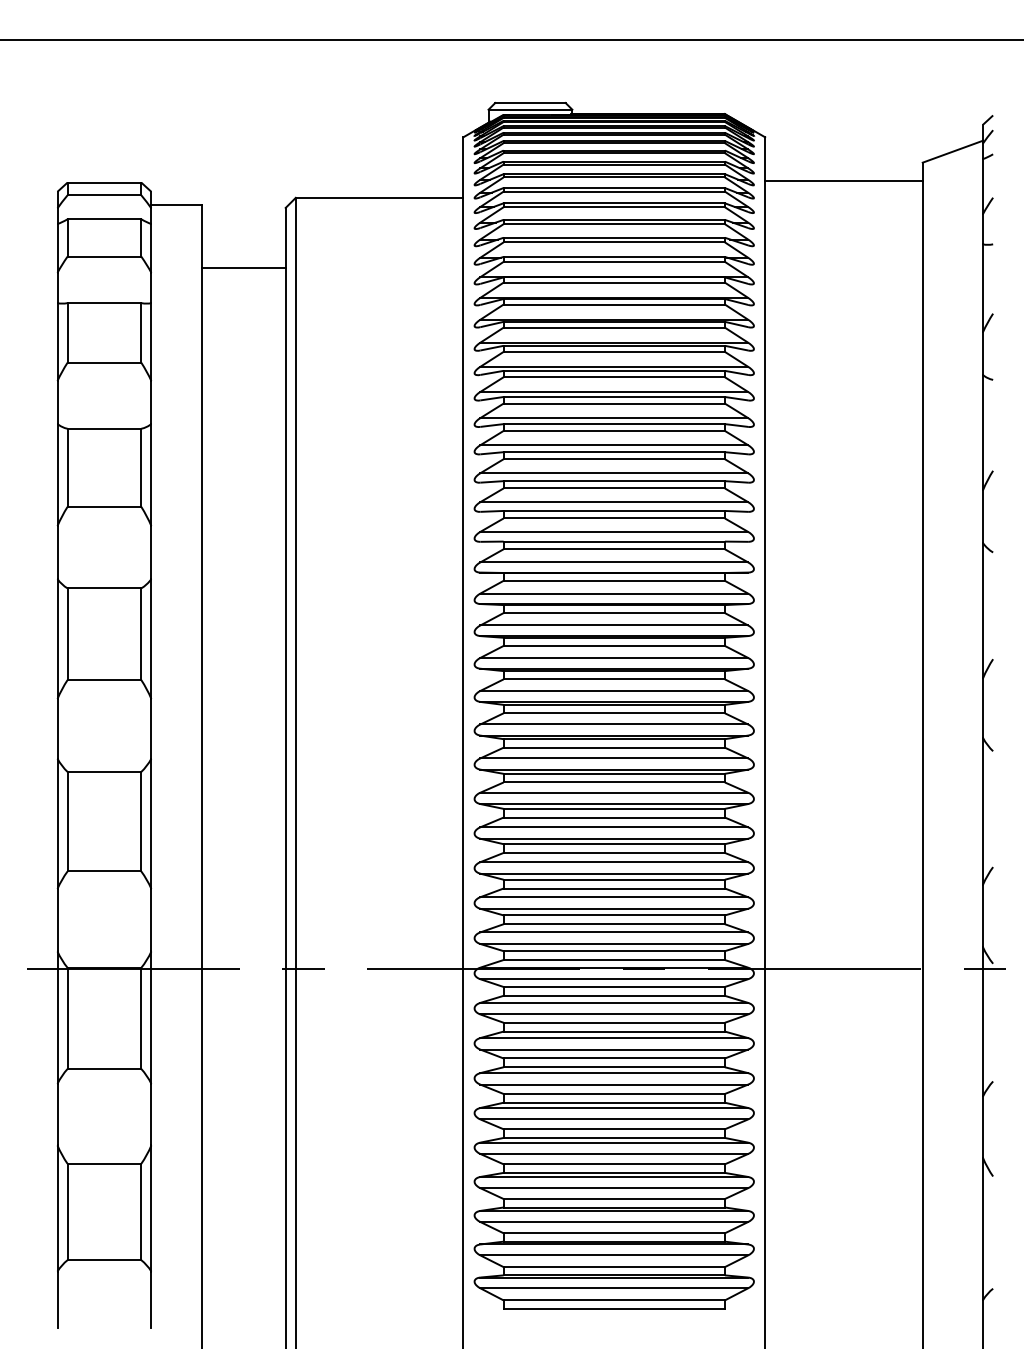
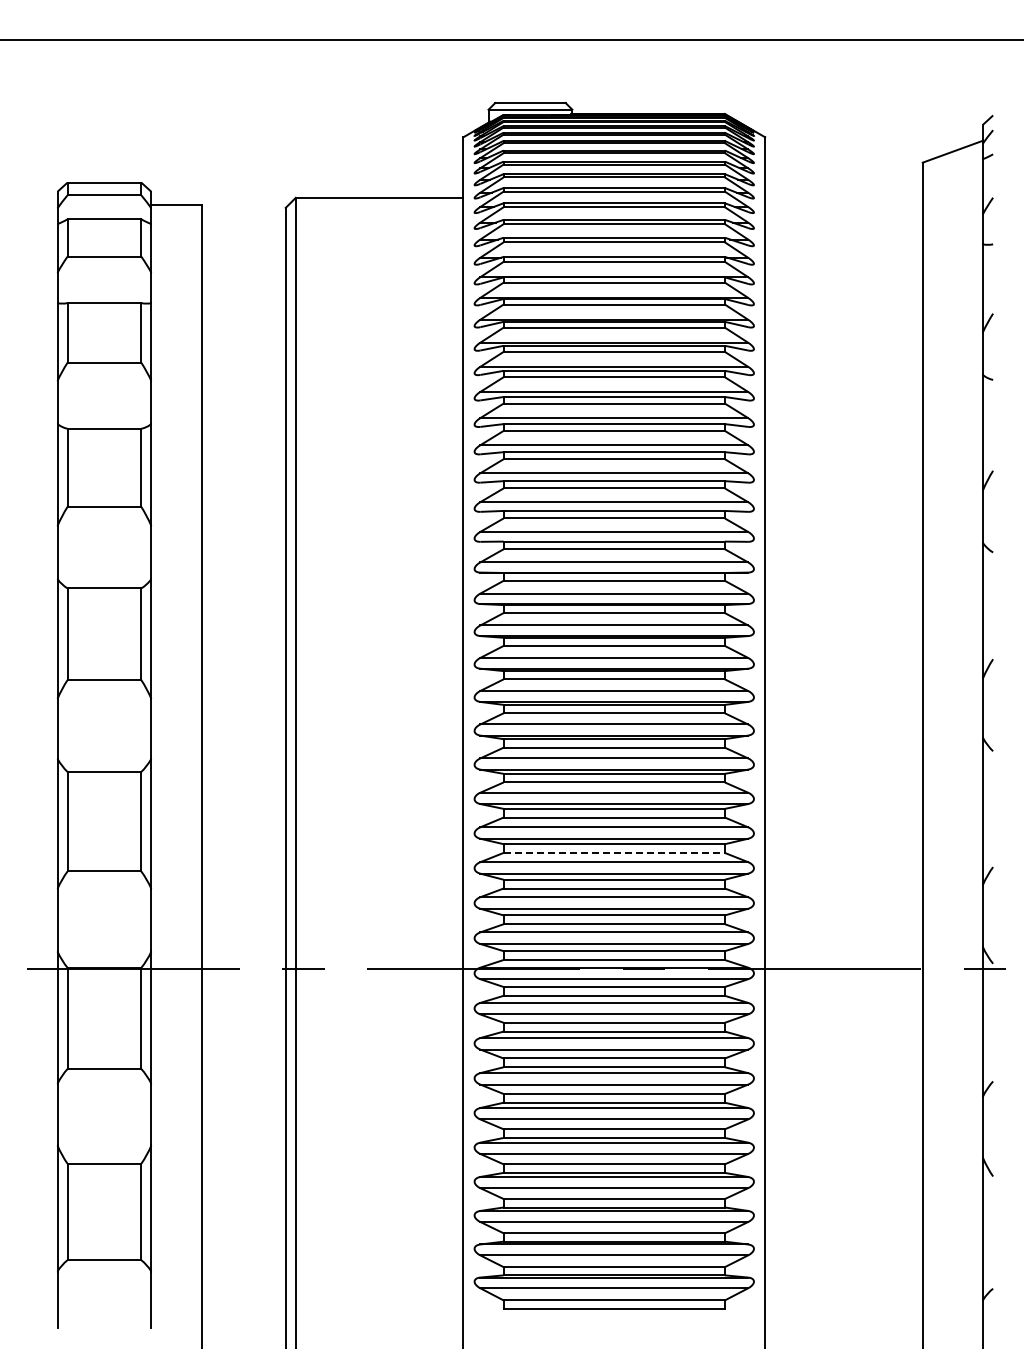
line at (843, 181): present -> none
line at (243, 268): present -> none
line at (614, 852): solid -> dashed
